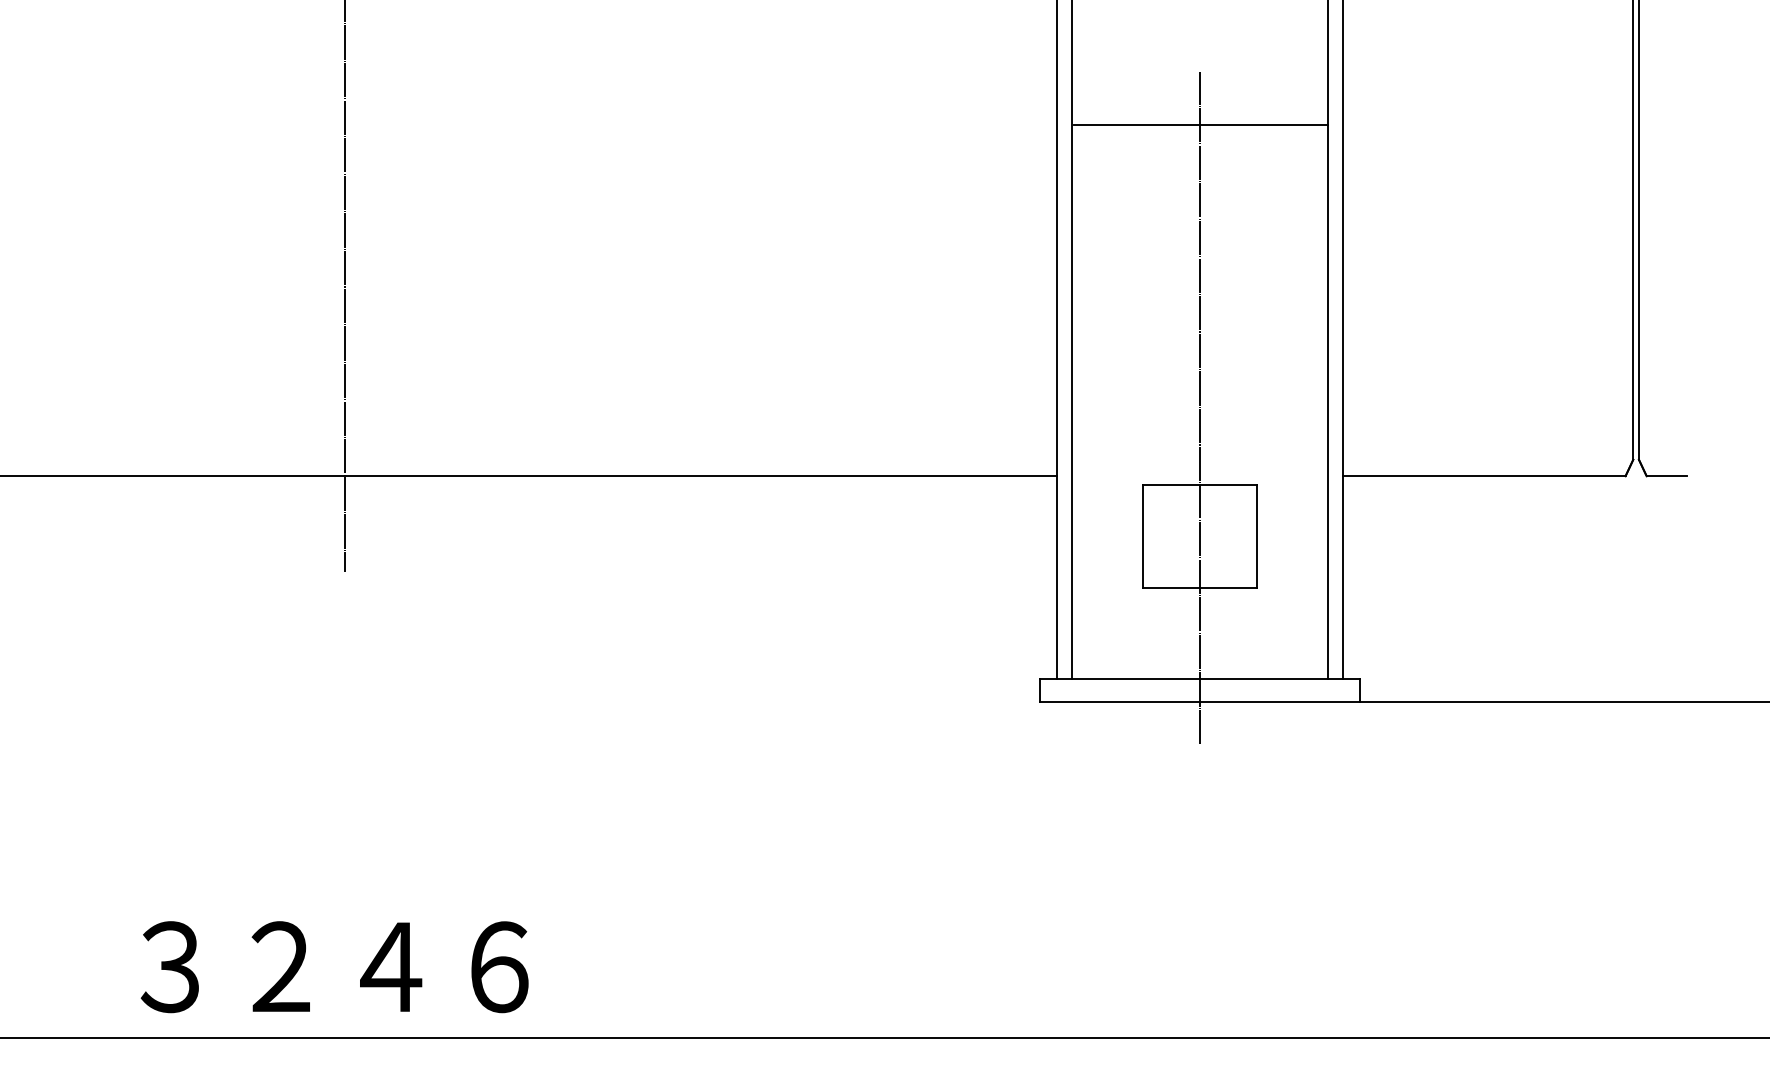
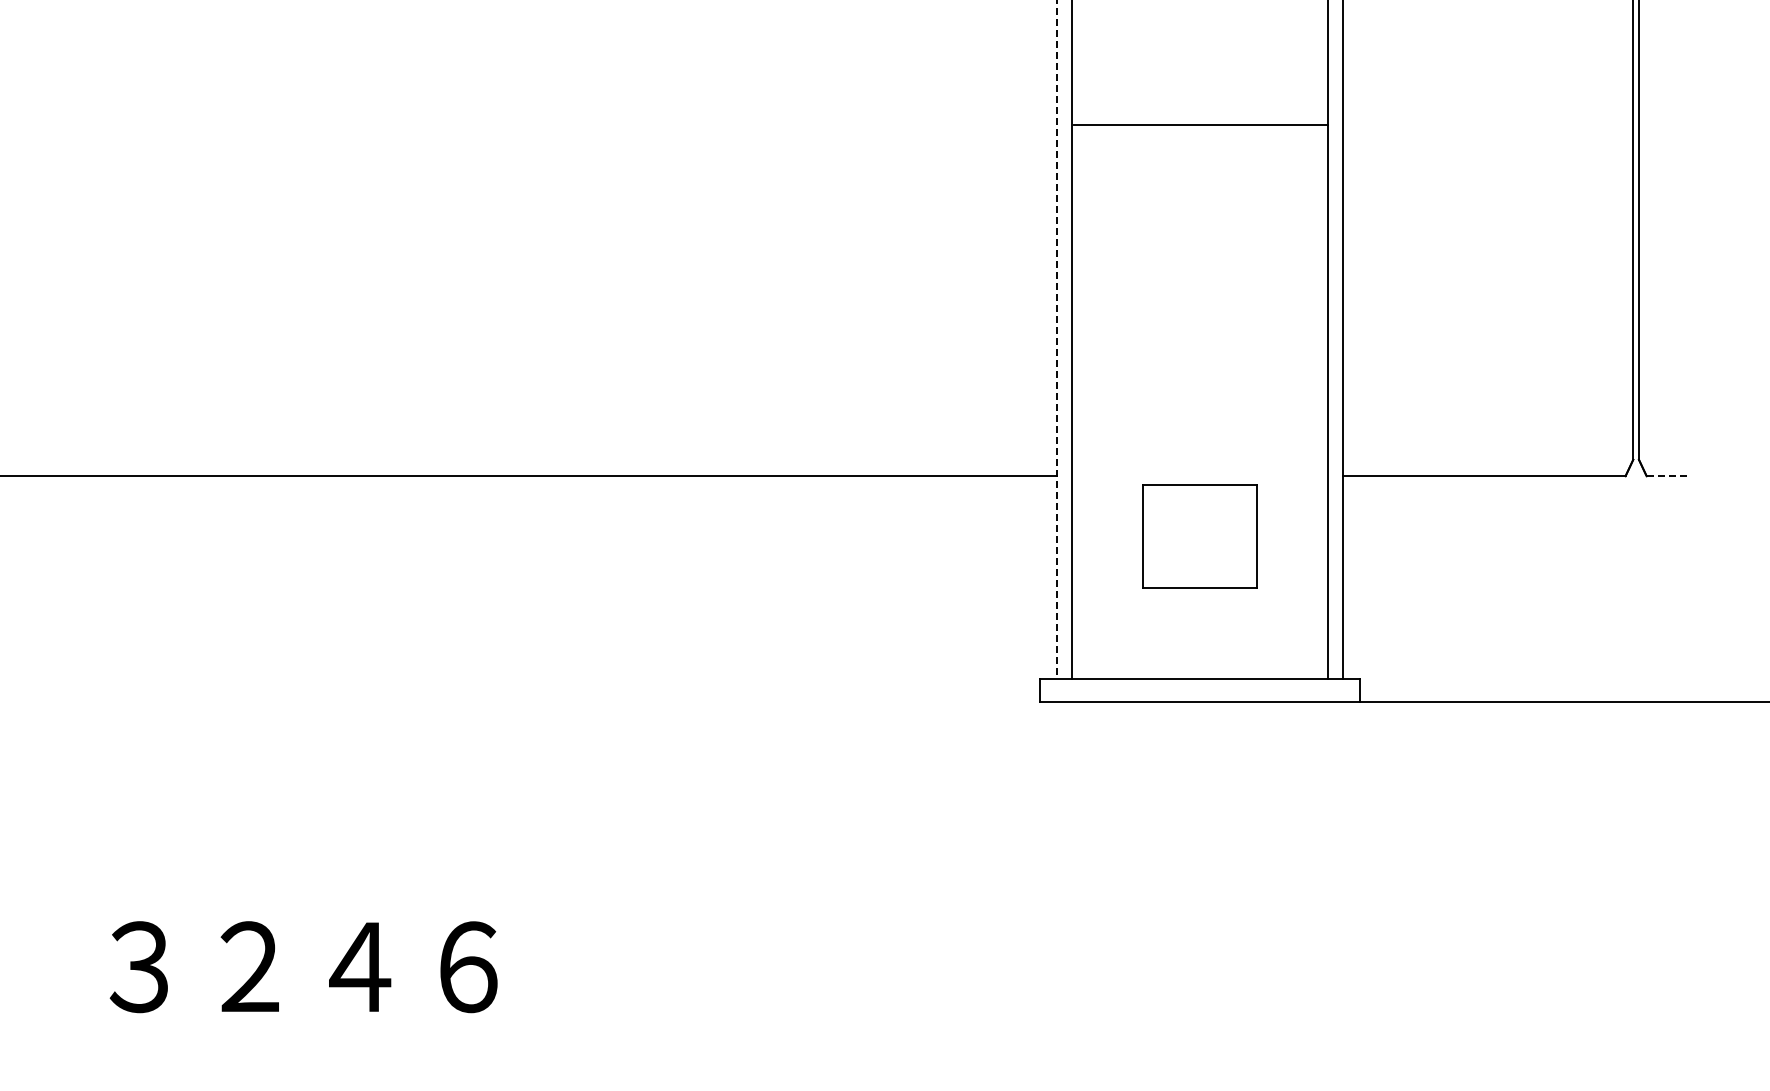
line at (344, 286): present -> none
line at (1057, 340): solid -> dashed
line at (1199, 407): present -> none
line at (1666, 476): solid -> dashed
text at (334, 967) position: (334, 967) -> (303, 967)
line at (884, 1038): present -> none
